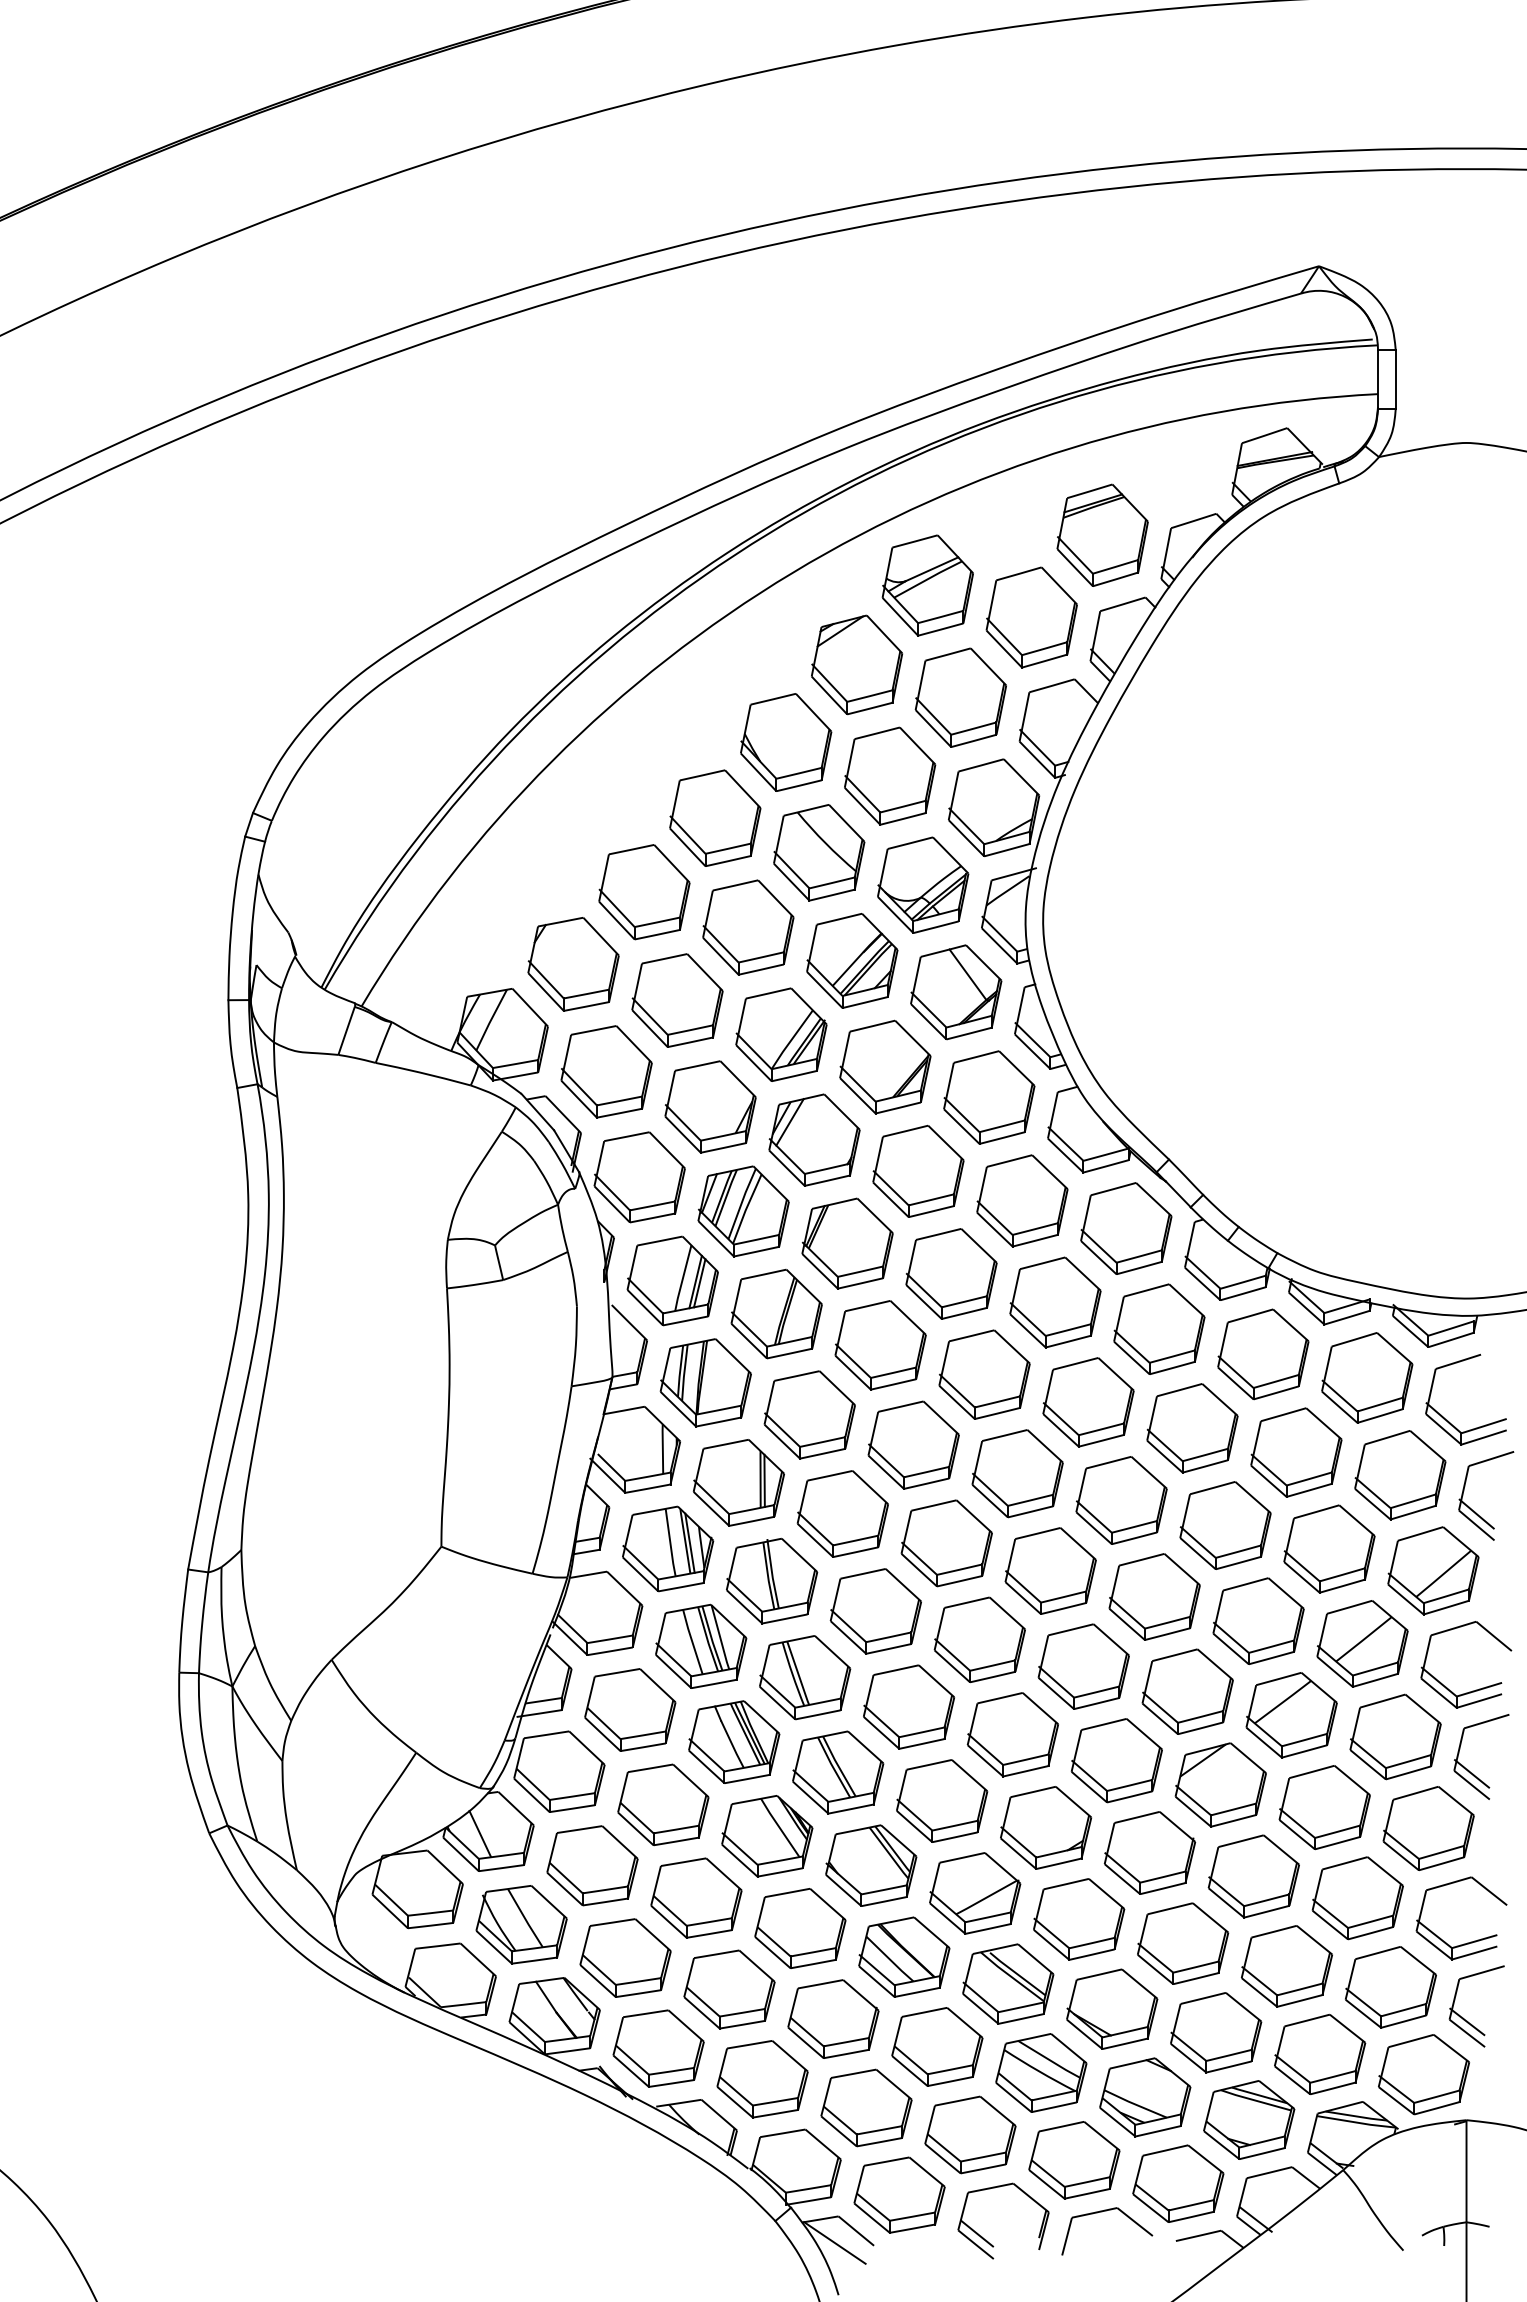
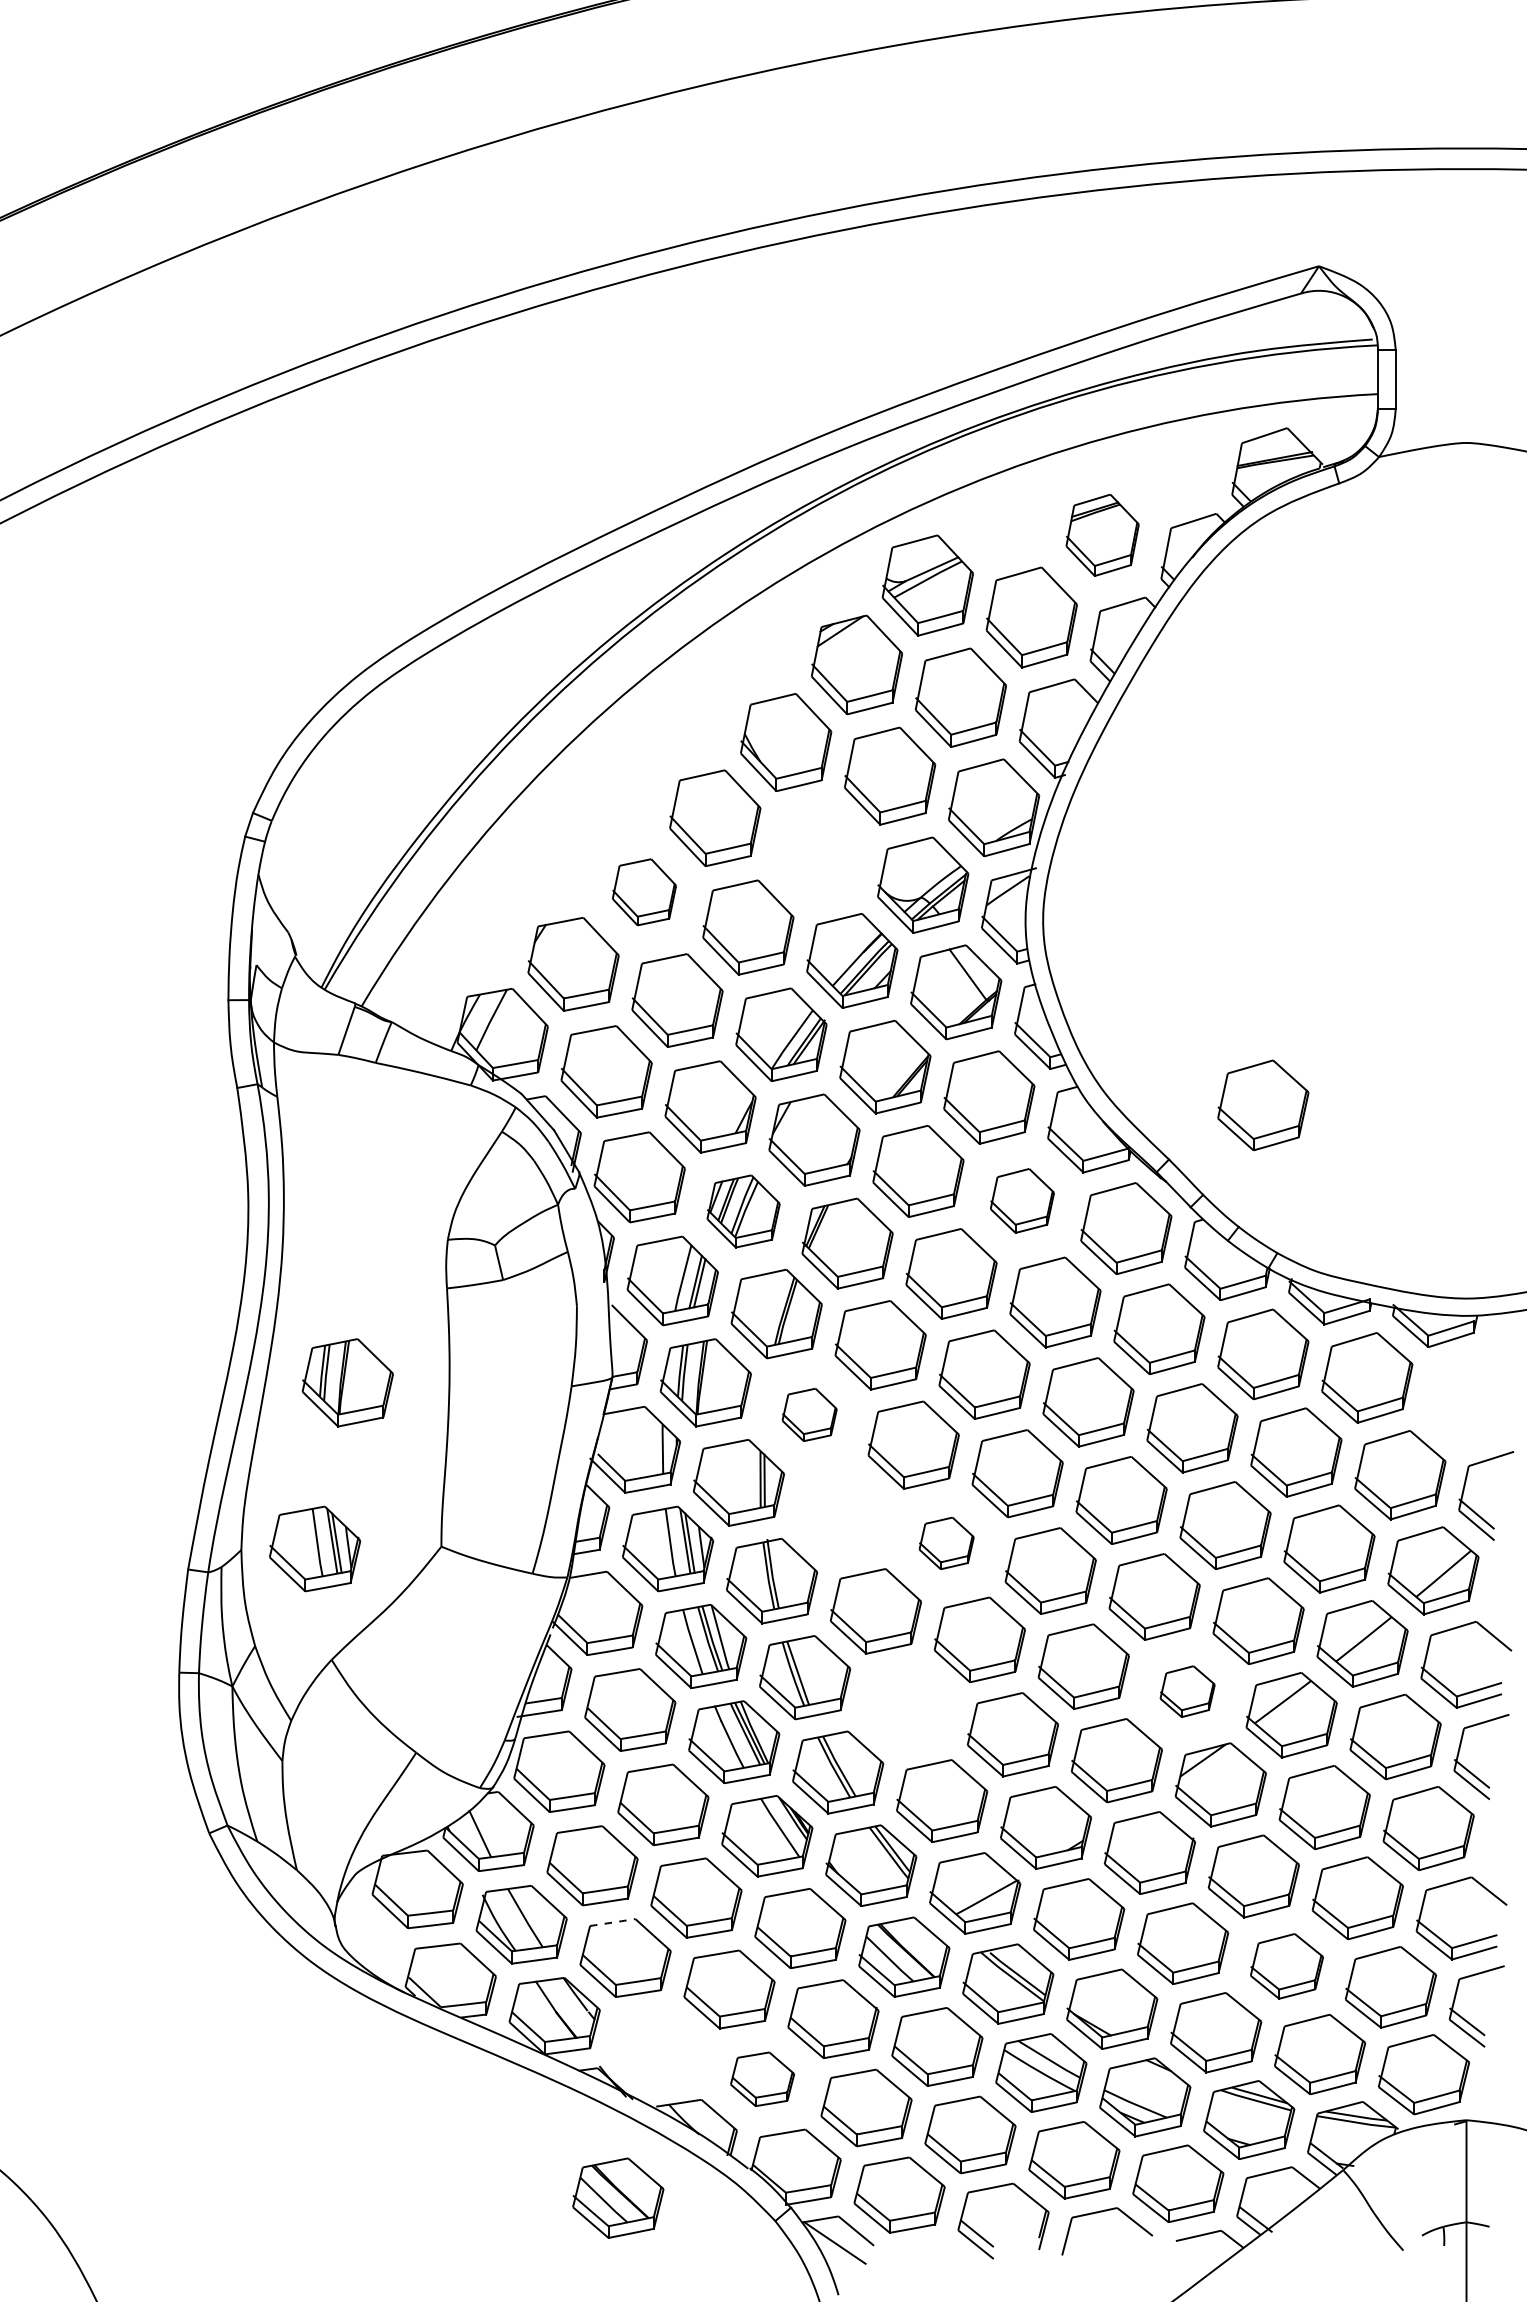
part at (1102, 534) size: 93x104 px -> 75x84 px
part at (819, 852): present -> none
part at (644, 892) size: 93x97 px -> 65x69 px
part at (1263, 1105): none -> present
line at (789, 1122): present -> none
part at (1022, 1200) size: 93x94 px -> 65x66 px
part at (743, 1211) size: 93x93 px -> 75x75 px
part at (347, 1382): none -> present
part at (809, 1414) size: 93x90 px -> 57x54 px
part at (1448, 1420): present -> none
part at (842, 1513): present -> none
part at (946, 1543) size: 93x89 px -> 57x54 px
part at (315, 1548): none -> present
part at (1187, 1691) size: 93x87 px -> 57x53 px
part at (909, 1706): present -> none
arc at (612, 1922): solid -> dashed
part at (1286, 1966) size: 92x83 px -> 74x67 px
part at (658, 2048): present -> none
part at (762, 2079) size: 93x79 px -> 65x56 px
part at (618, 2197): none -> present
